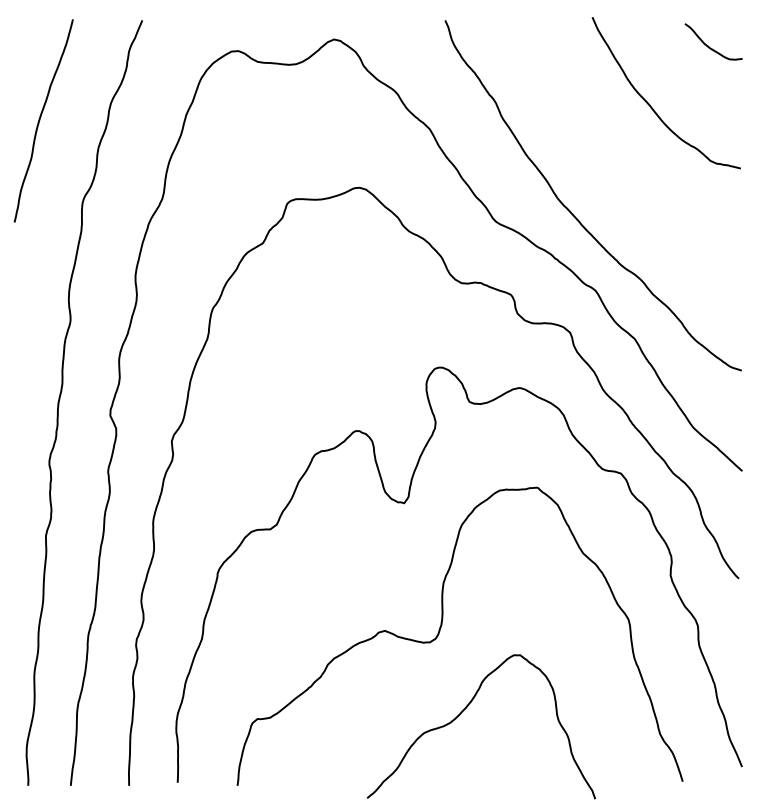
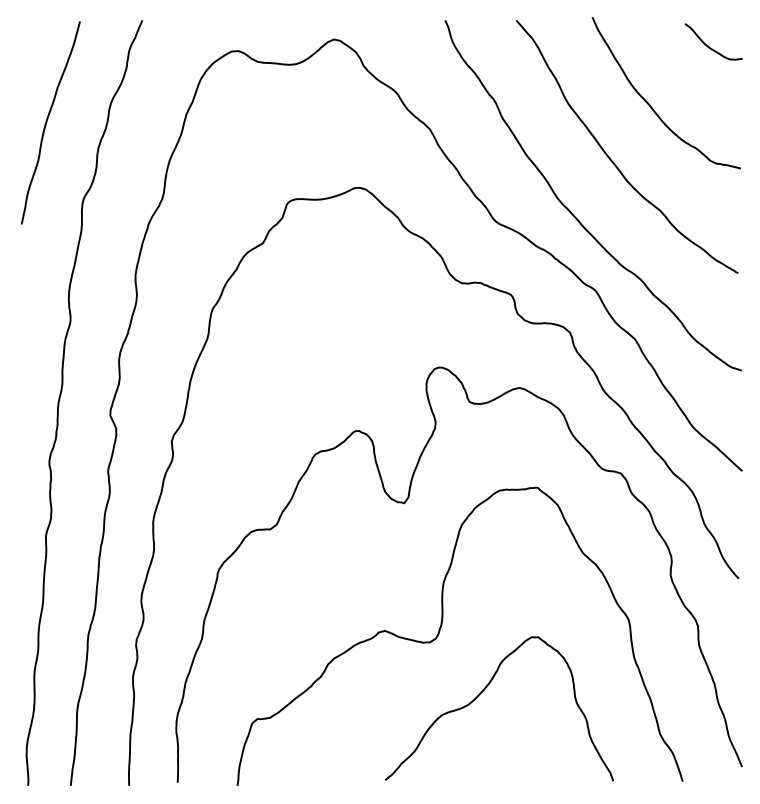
curve at (40, 120) position: (40, 120) -> (47, 122)
curve at (610, 157): none -> present
curve at (464, 710) position: (464, 710) -> (482, 692)
